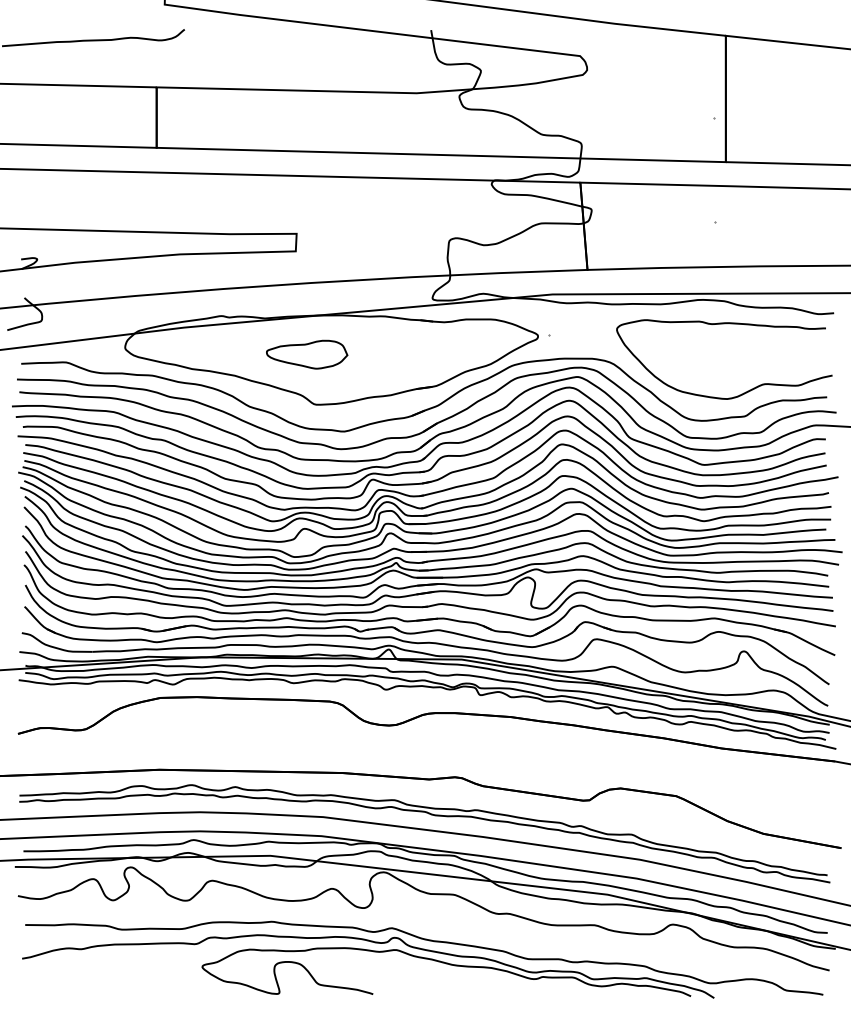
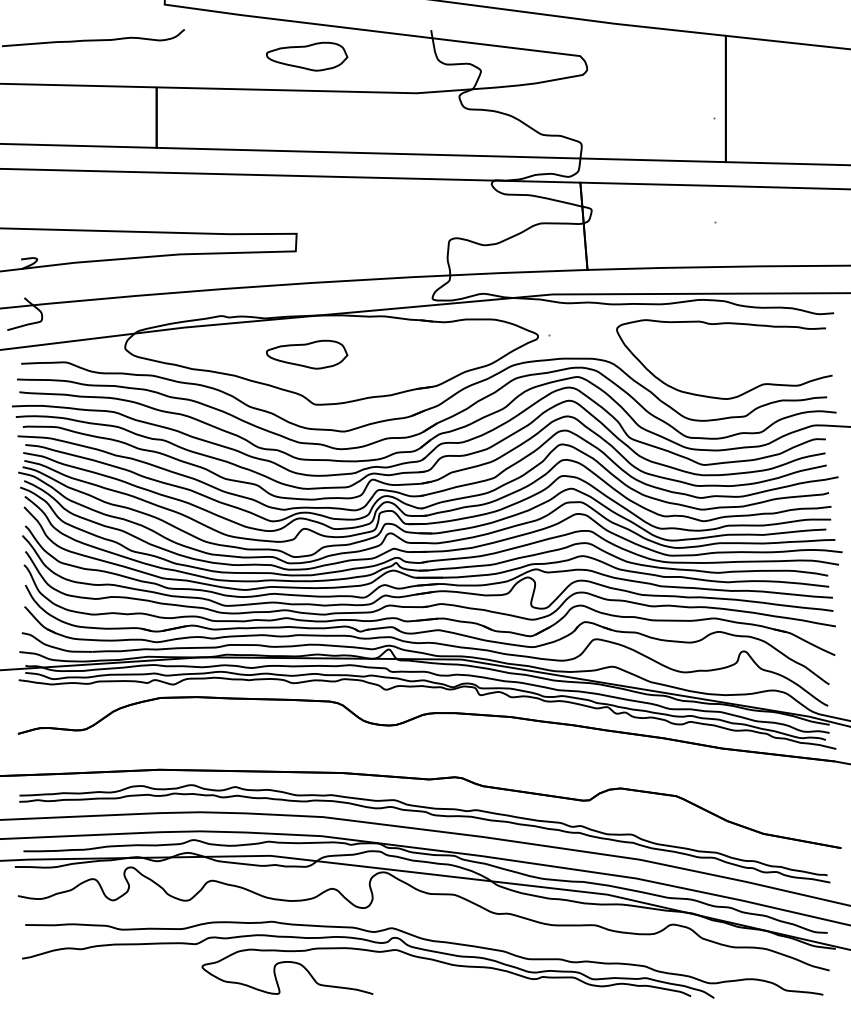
part at (307, 56): none -> present
